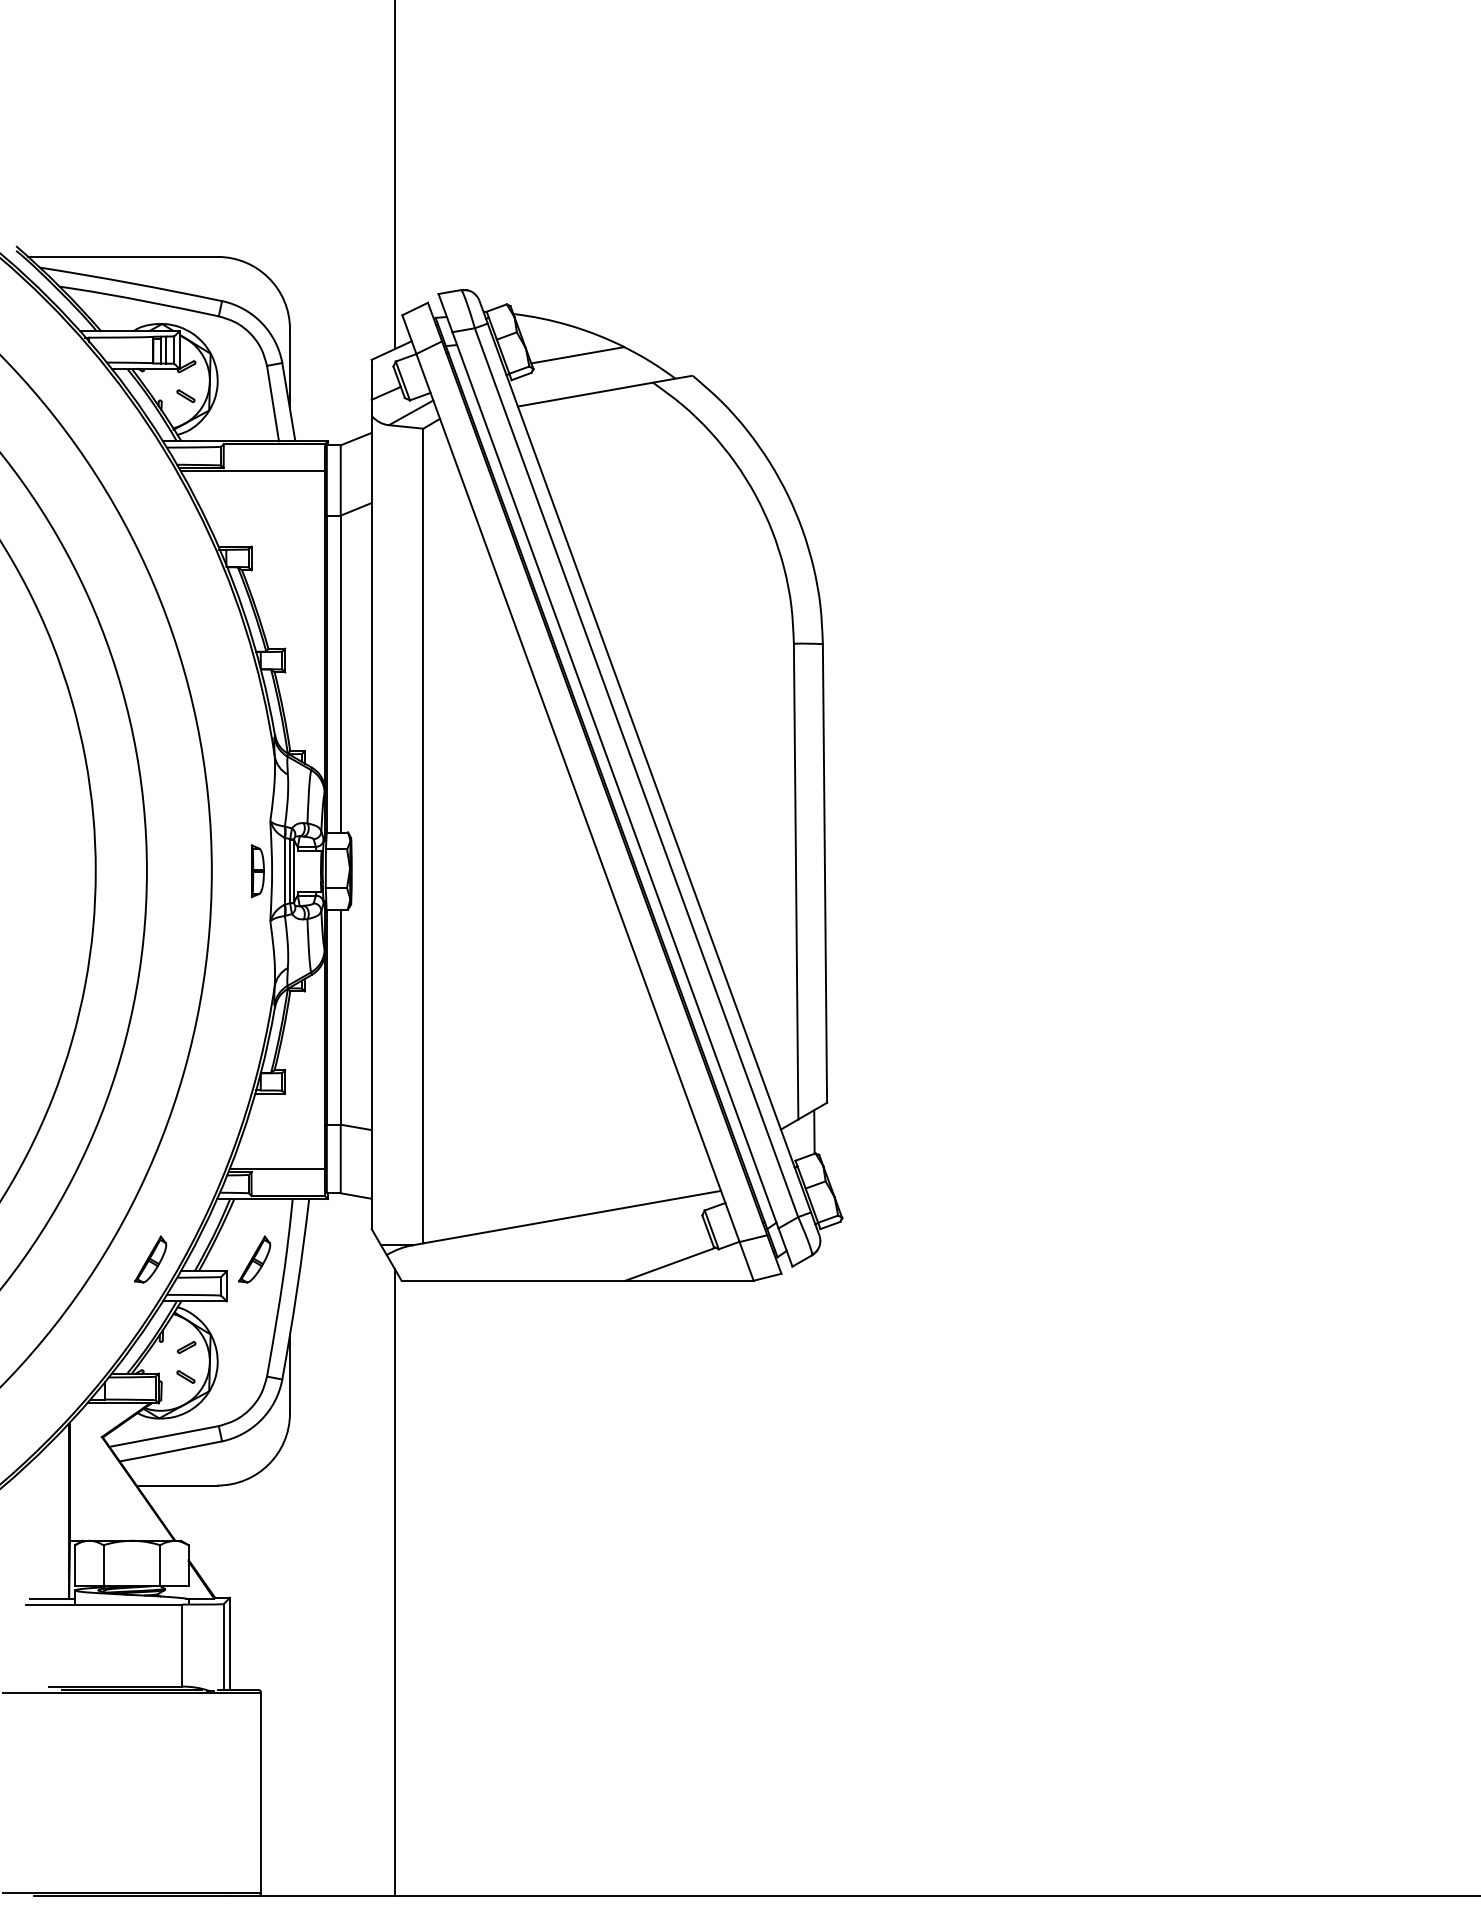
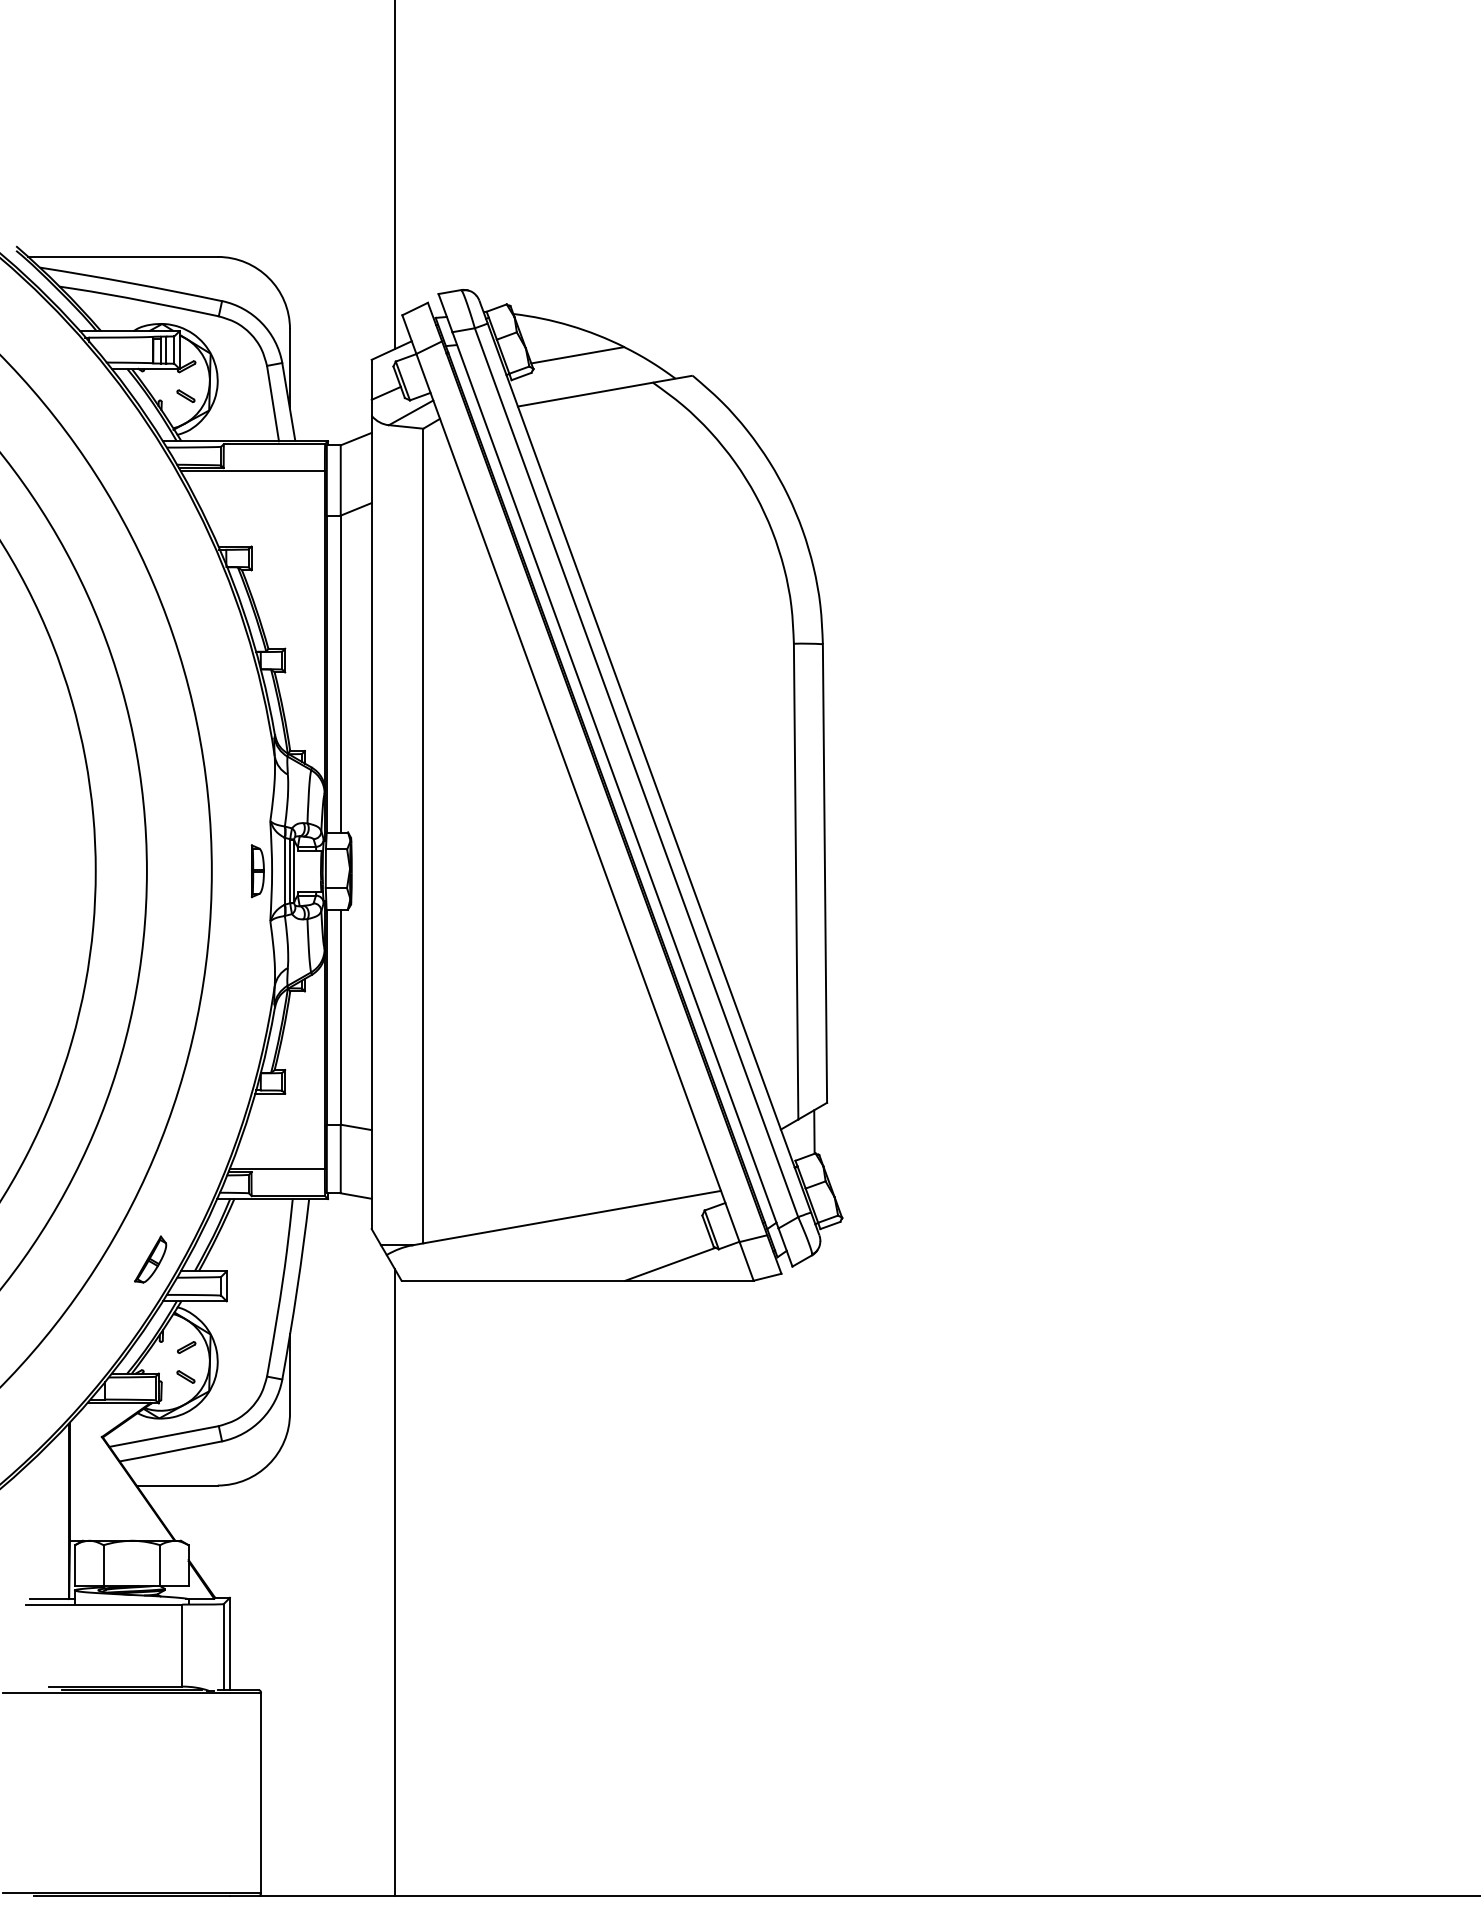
part at (254, 1259): present -> none
